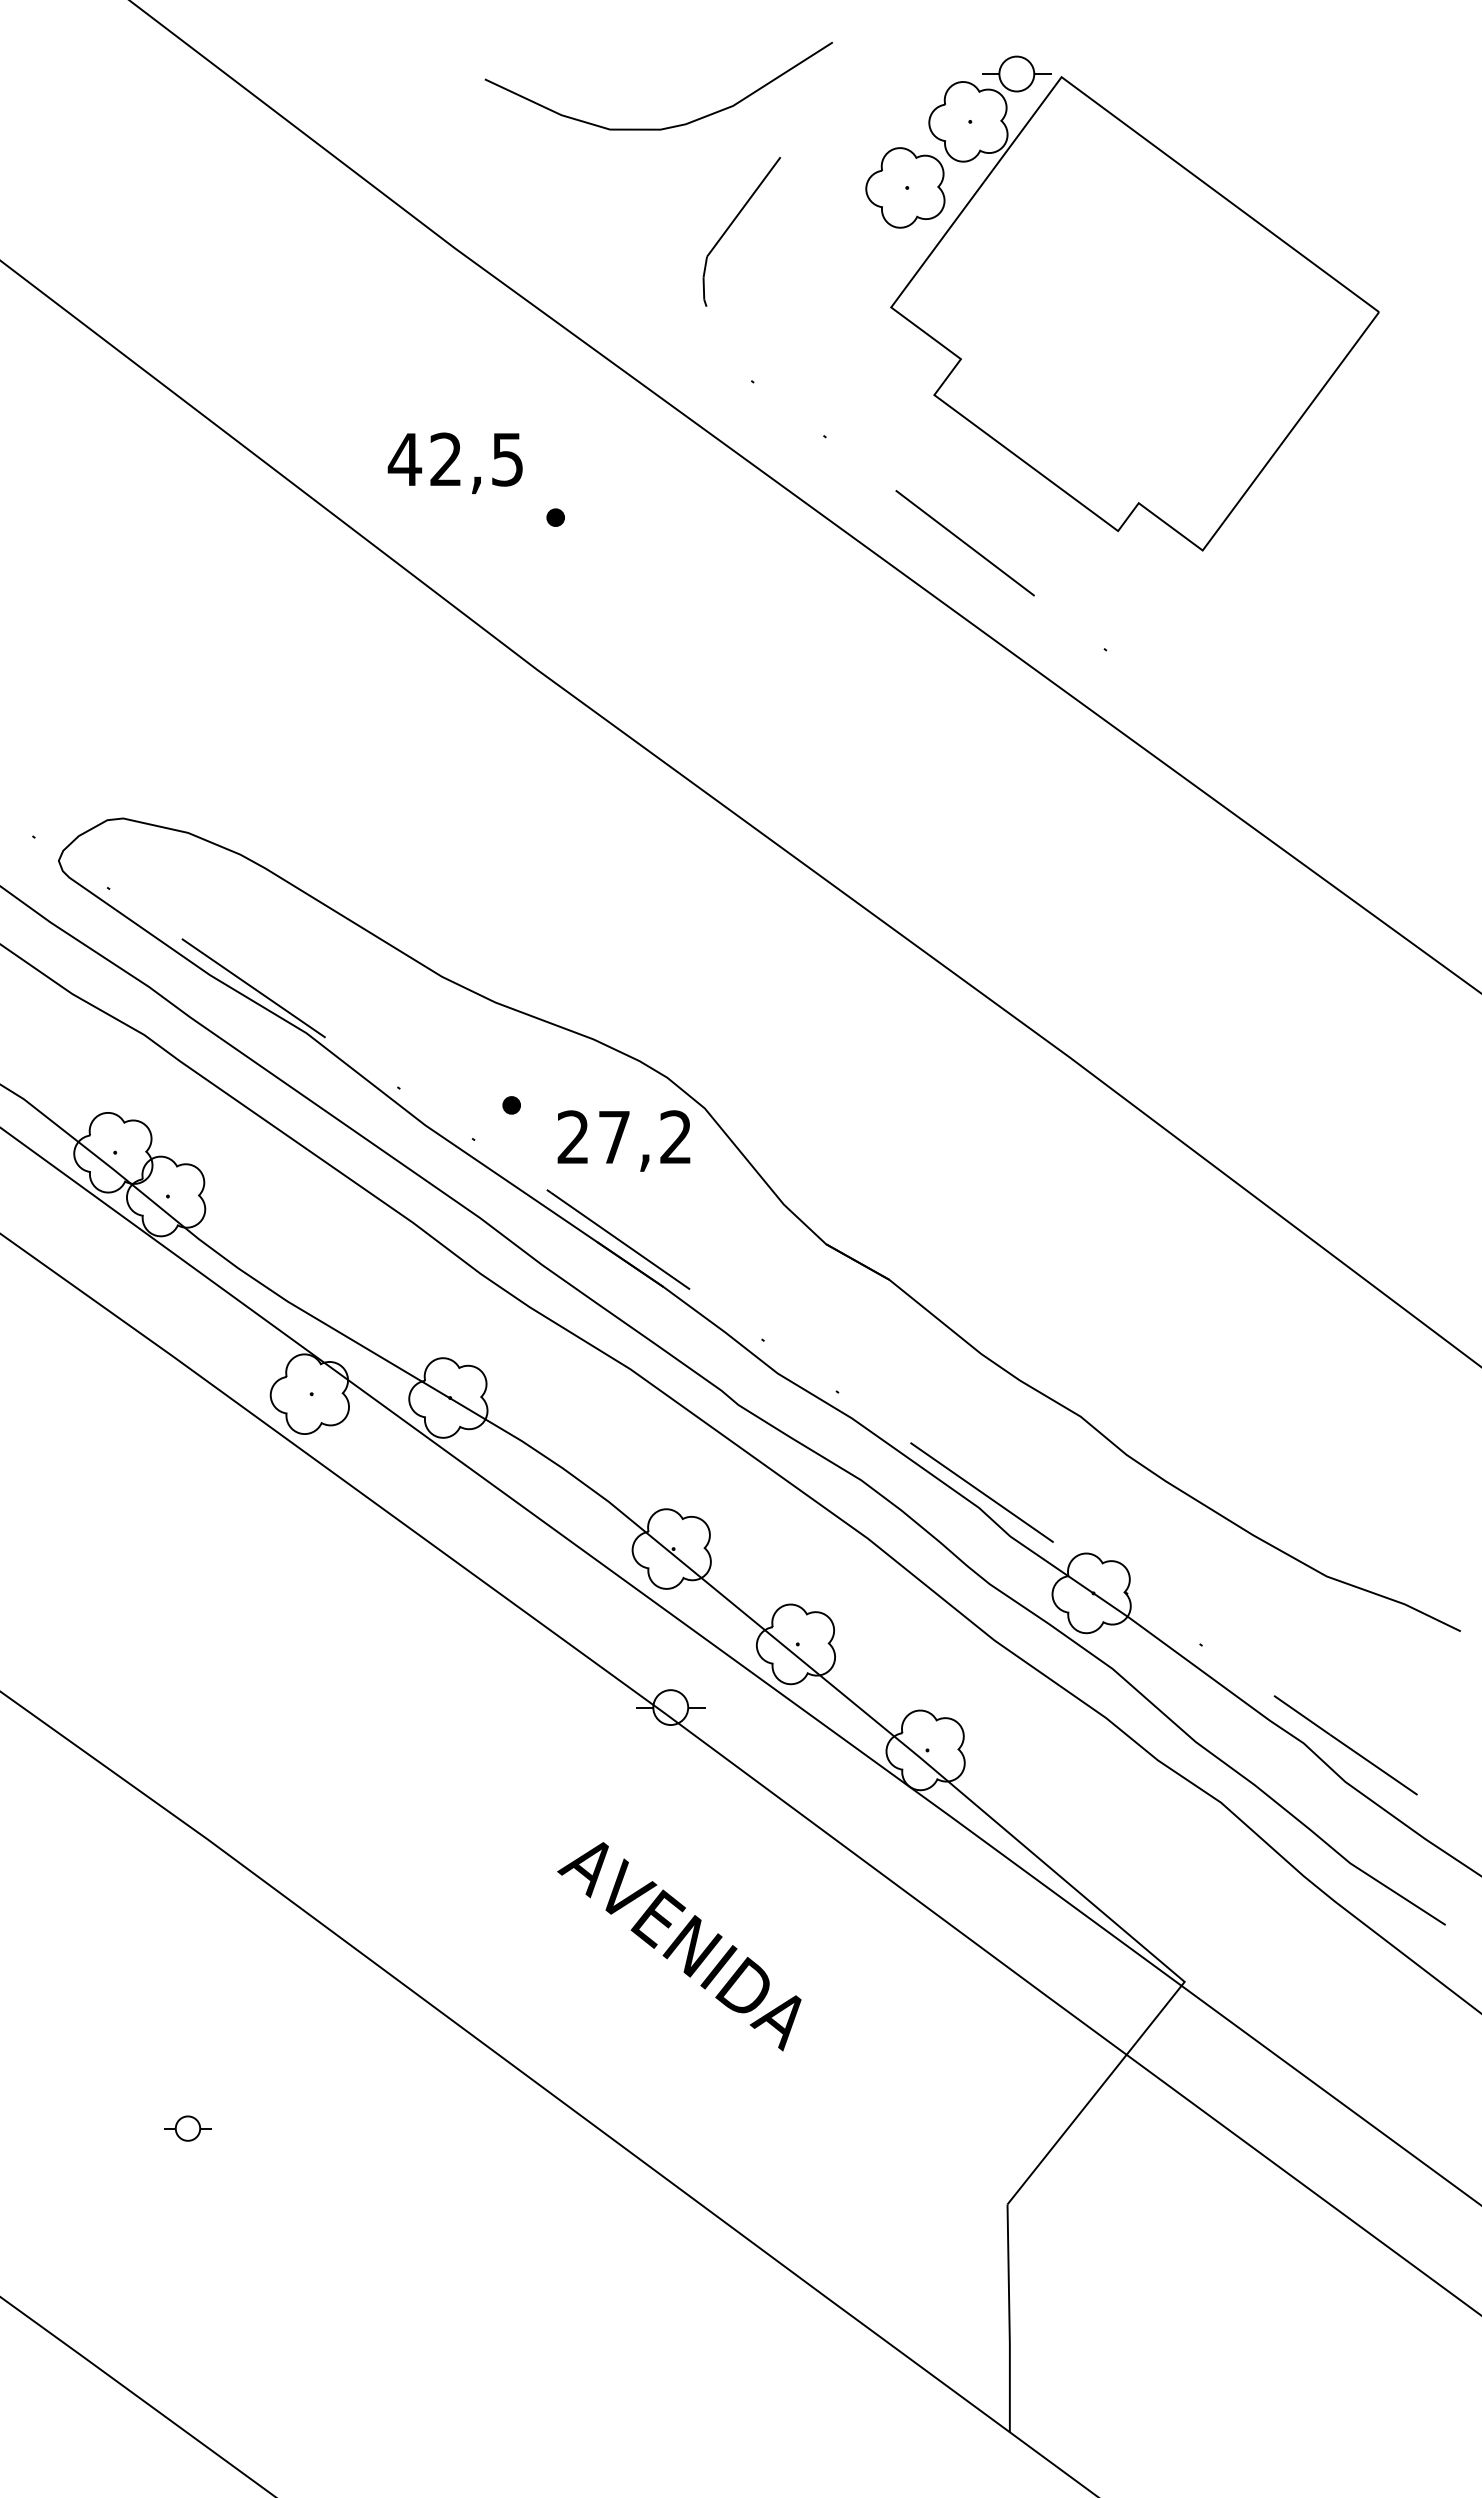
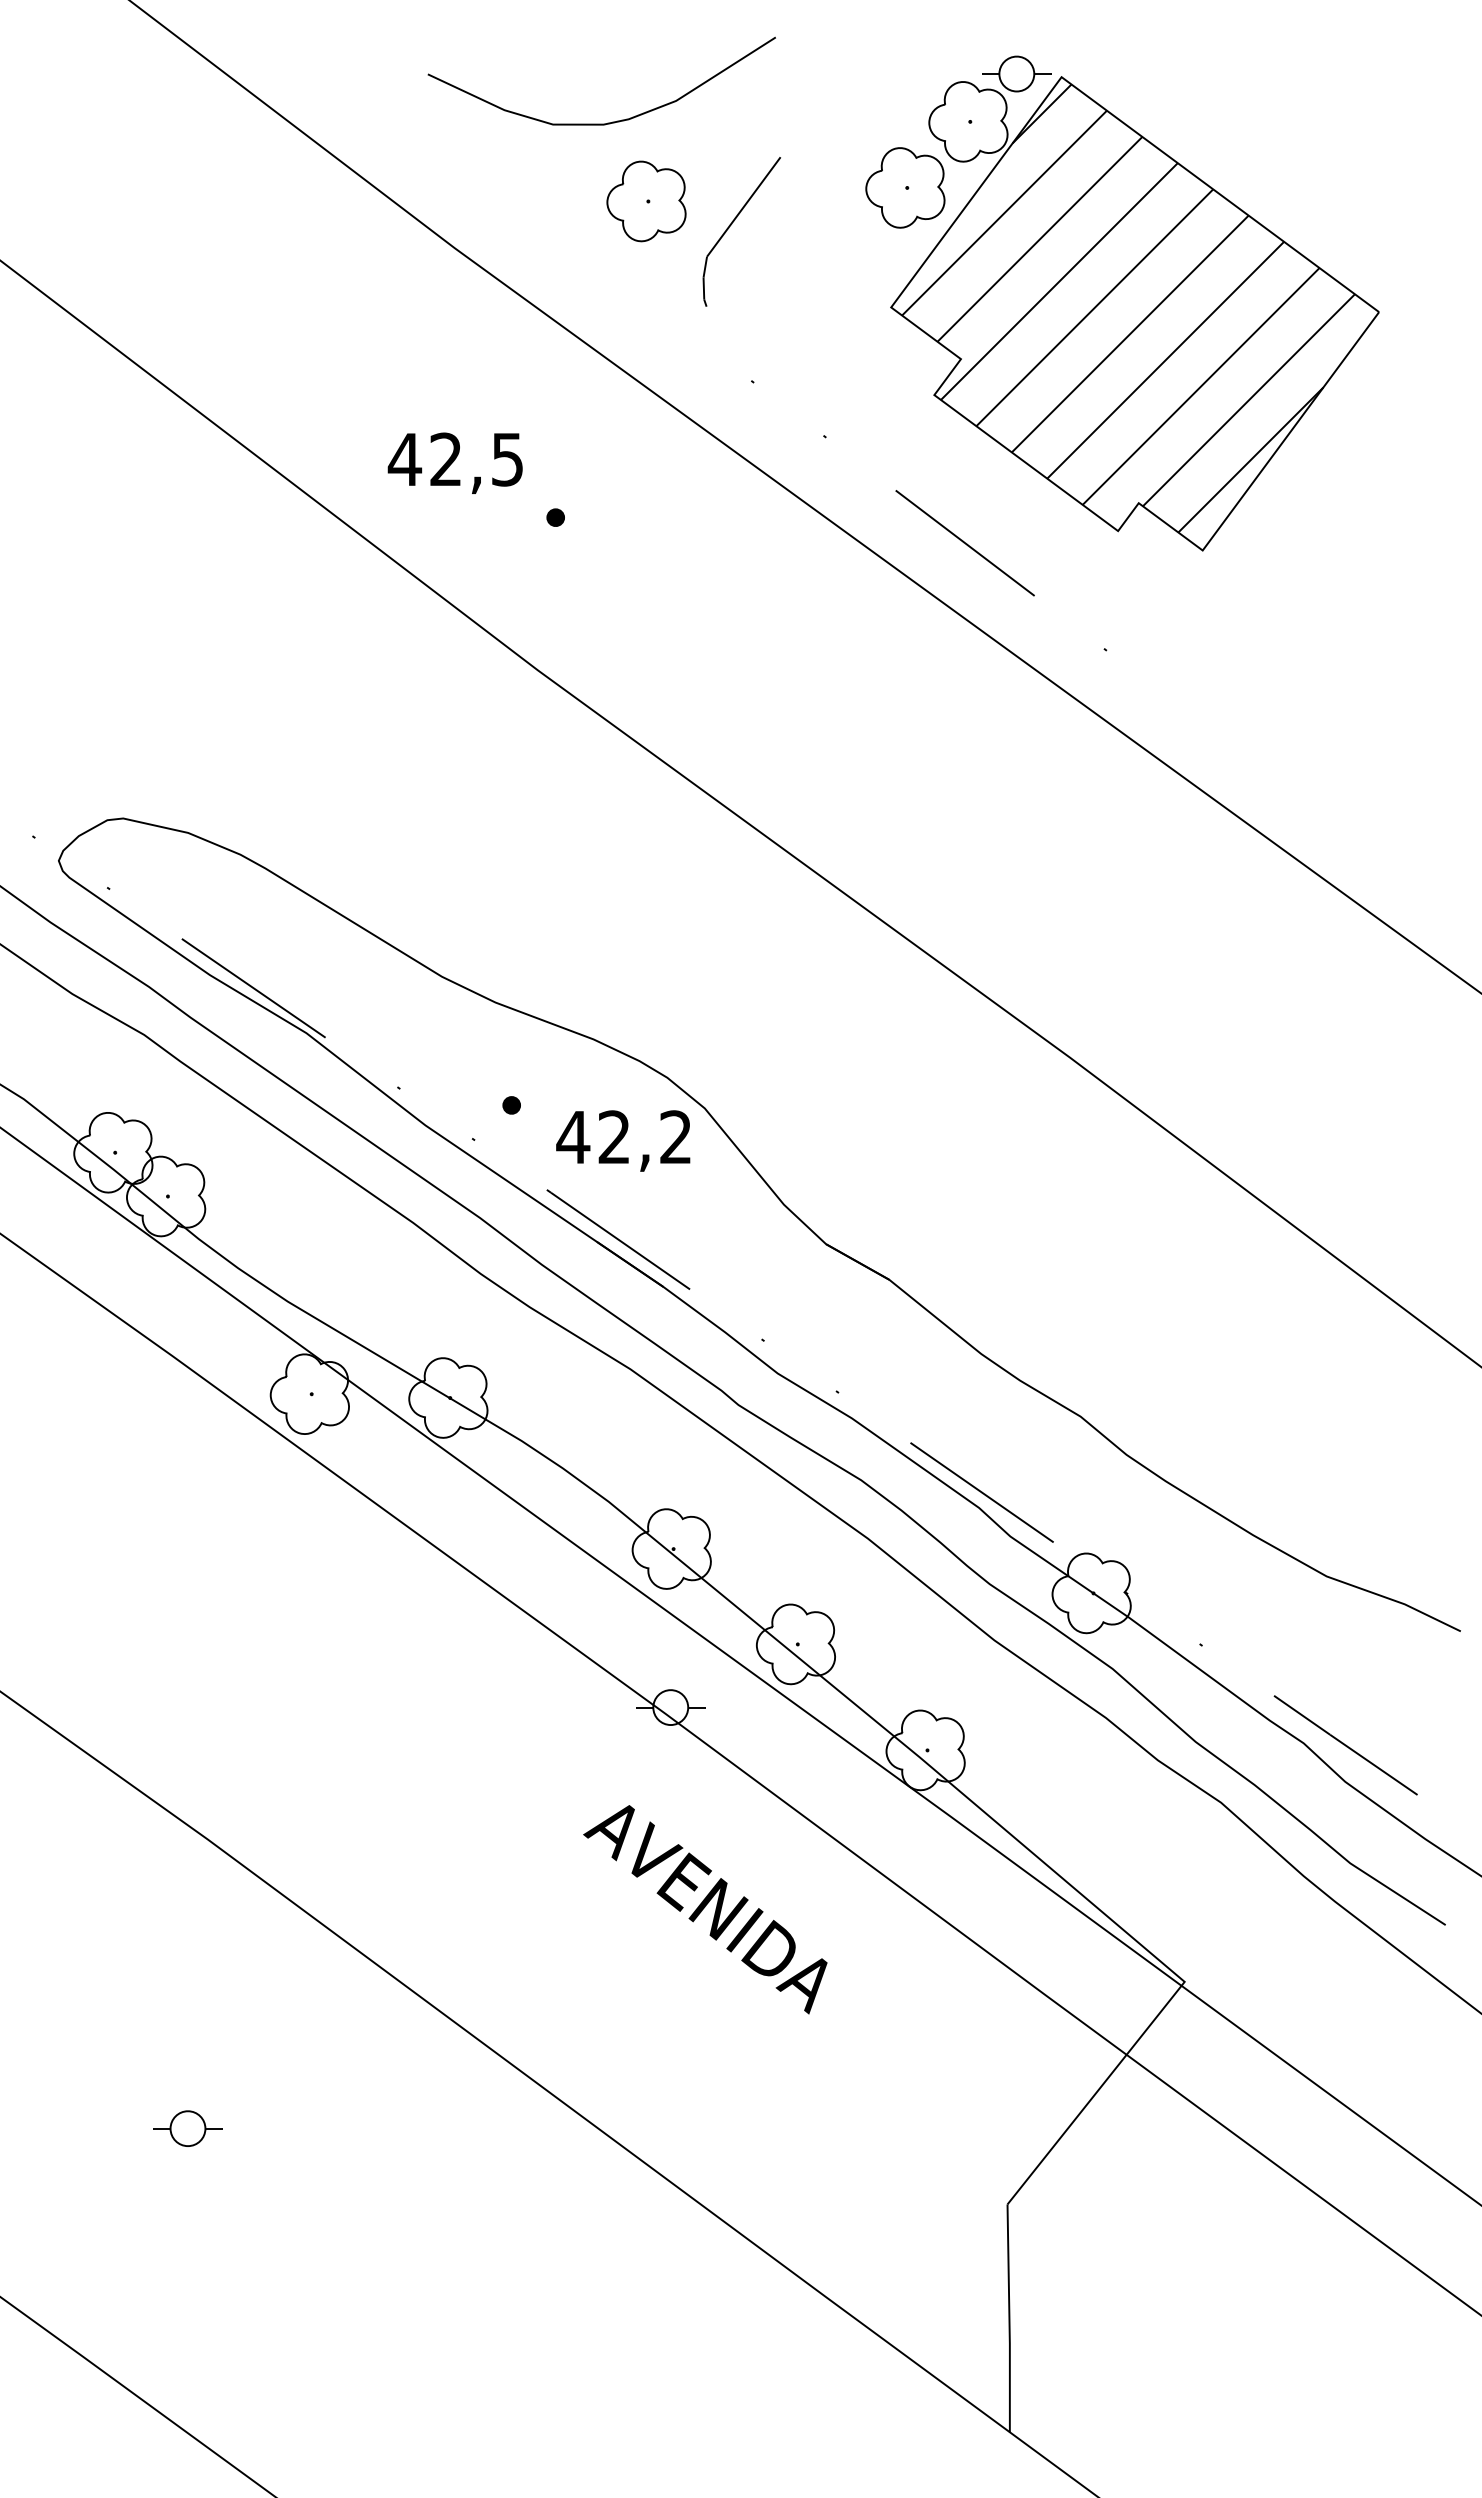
curve at (664, 127) position: (664, 127) -> (607, 122)
part at (646, 201): none -> present
hatch at (1128, 308): none -> present
text at (592, 1136): 27,2 -> 42,2
text at (679, 1946) position: (679, 1946) -> (705, 1909)
part at (187, 2128) size: 48x27 px -> 70x37 px
